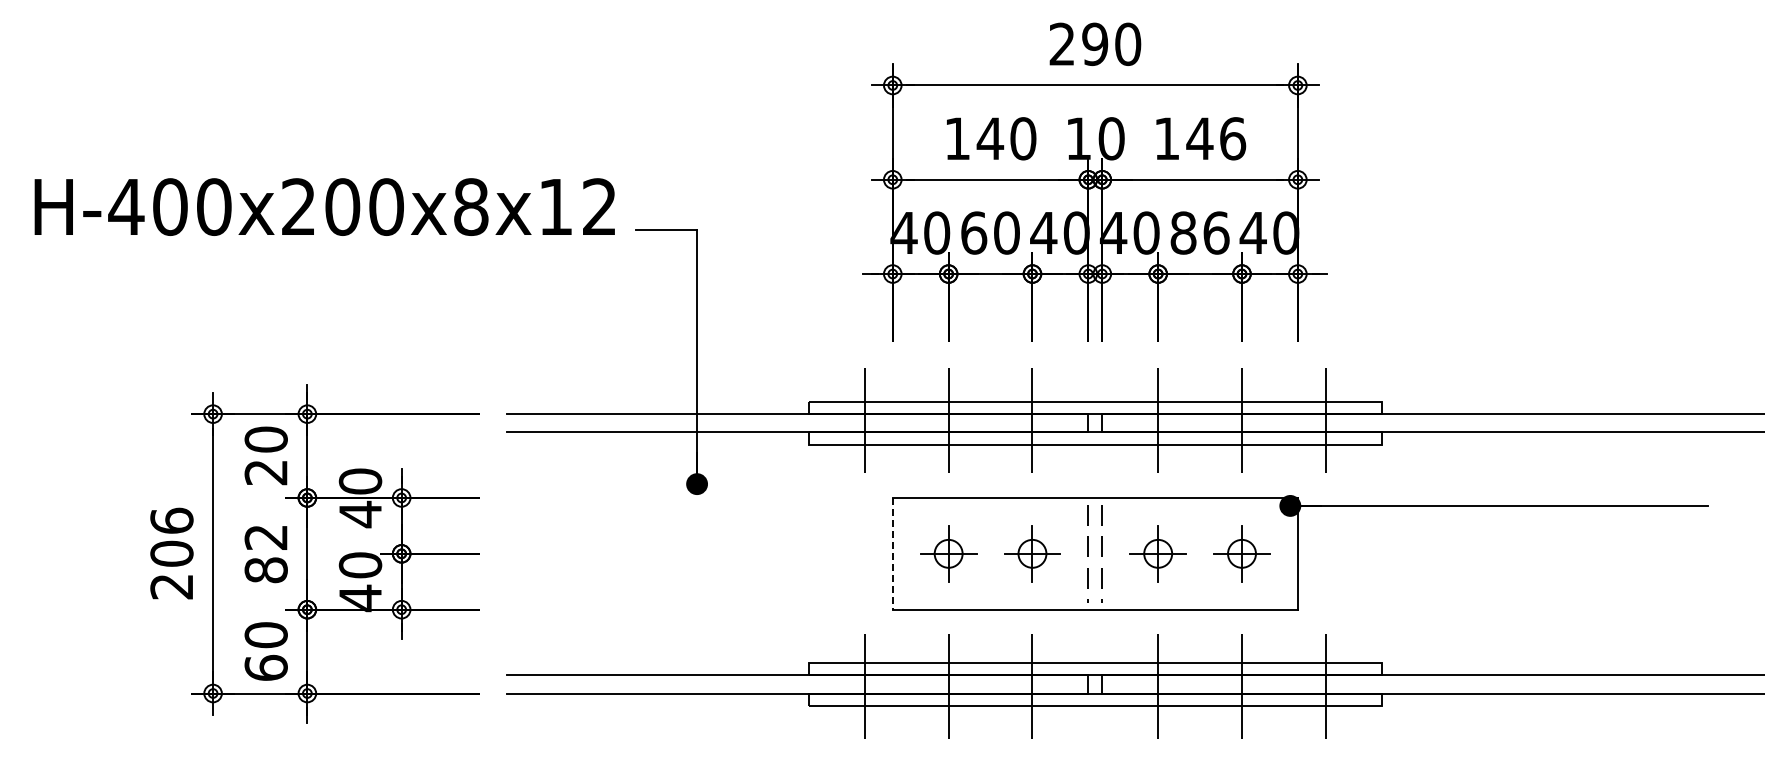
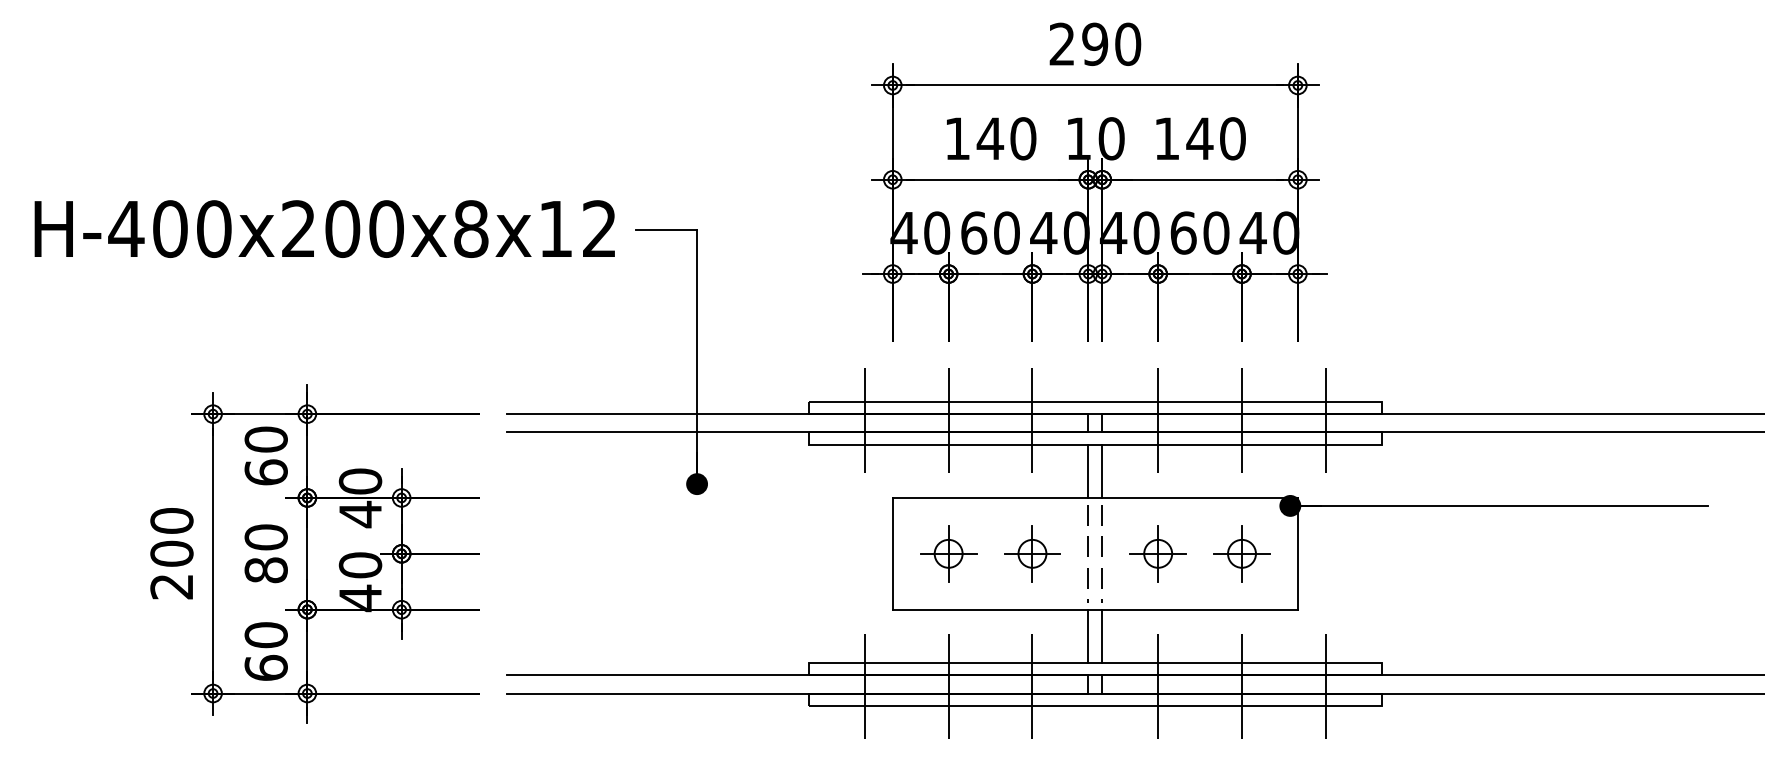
text at (1233, 138): 146 -> 140
text at (324, 206) position: (324, 206) -> (324, 228)
text at (1199, 232): 86 -> 60
line at (1088, 470): none -> present
line at (1102, 470): none -> present
text at (265, 472): 20 -> 60
text at (171, 520): 206 -> 200
text at (265, 537): 82 -> 80
line at (892, 553): dashed -> solid
line at (1088, 635): none -> present
line at (1102, 635): none -> present
